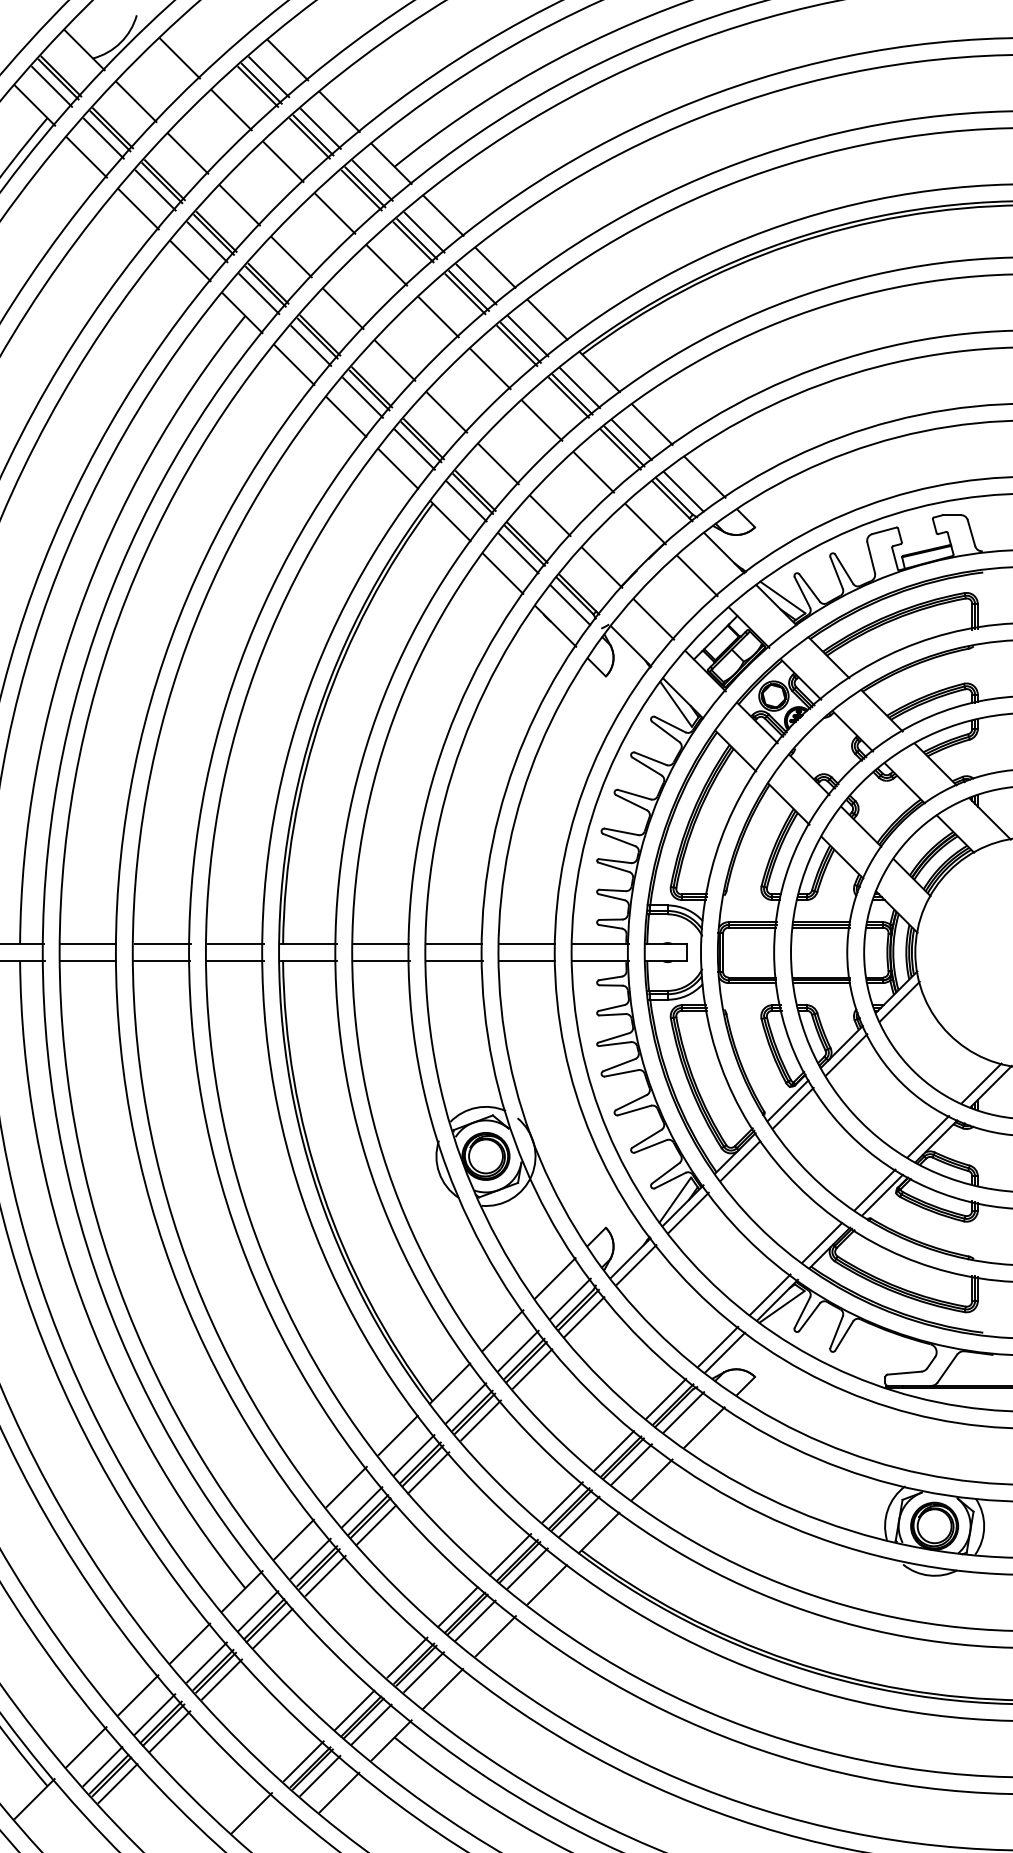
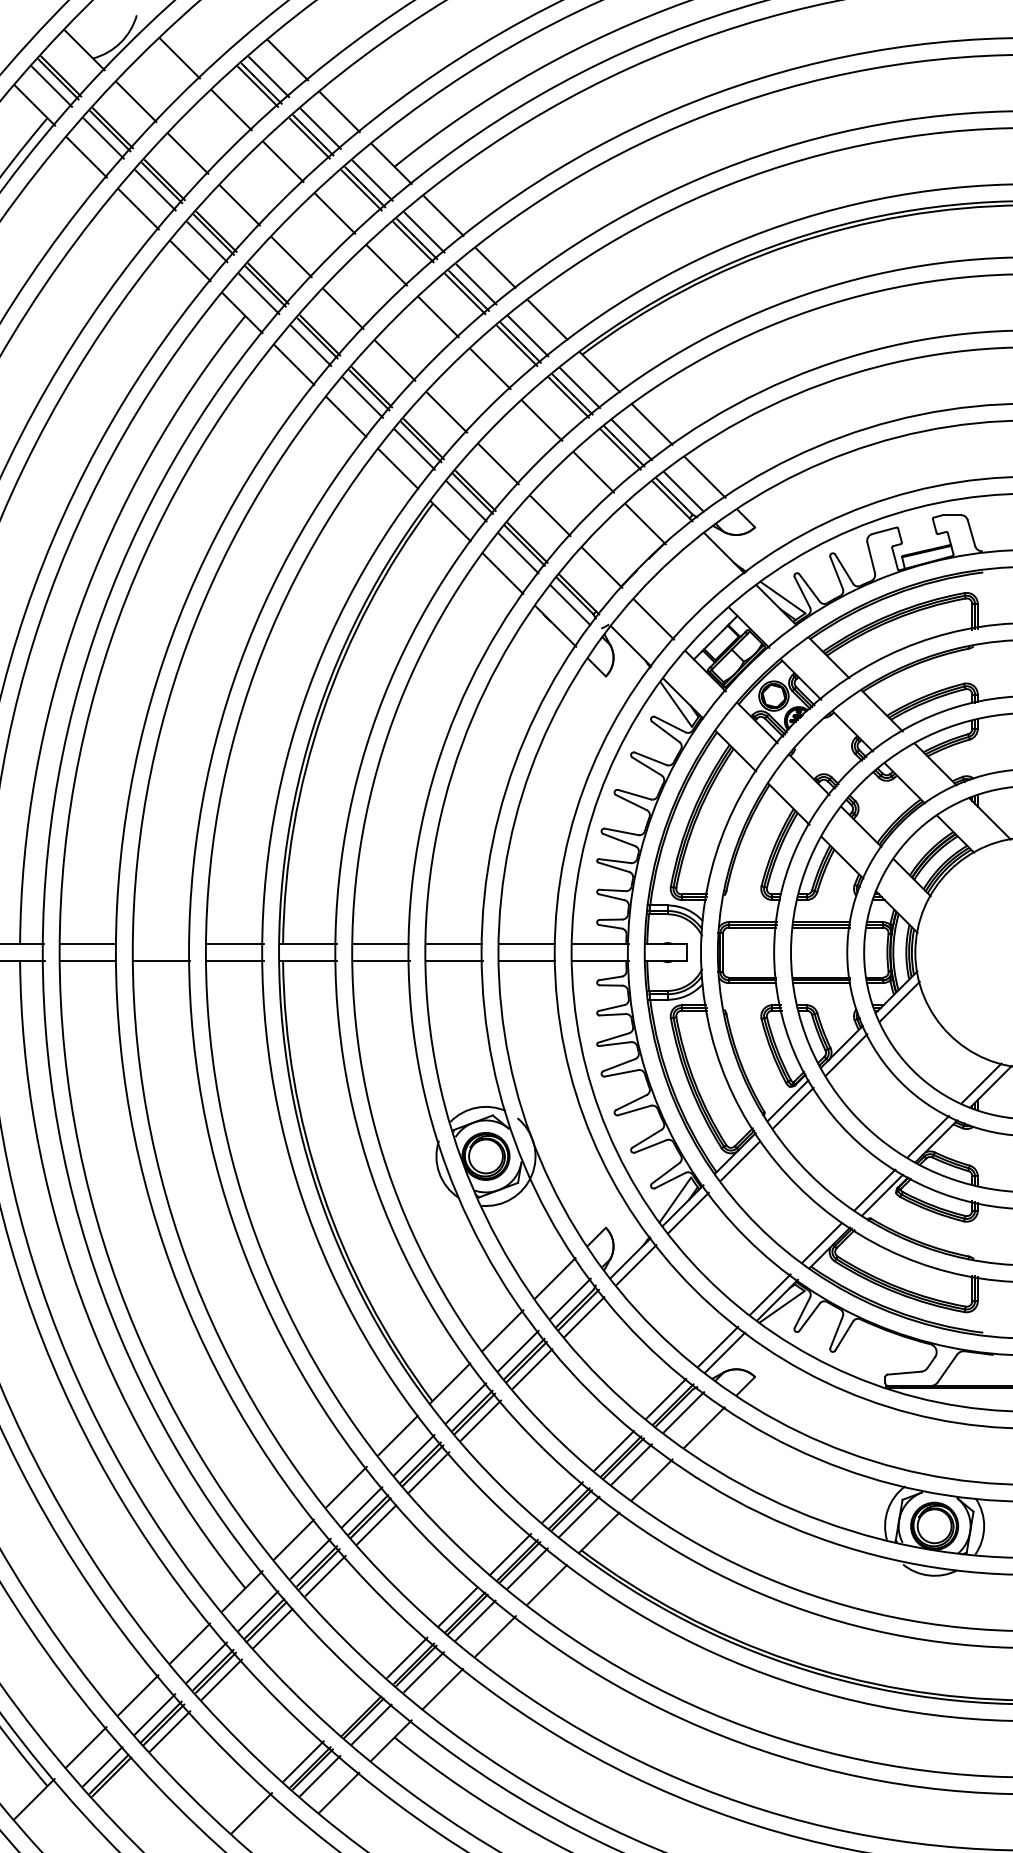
line at (697, 576): present -> none
line at (162, 944): present -> none
line at (354, 1710): present -> none
line at (117, 1783): present -> none
